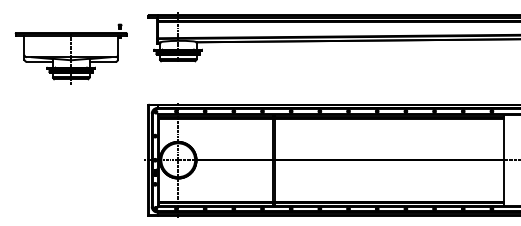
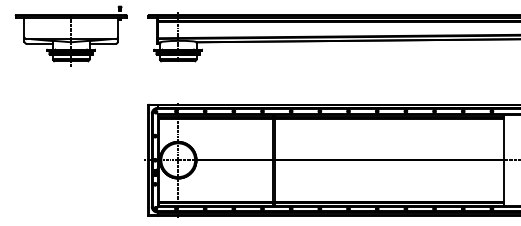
part at (70, 53) position: (70, 53) -> (70, 35)
